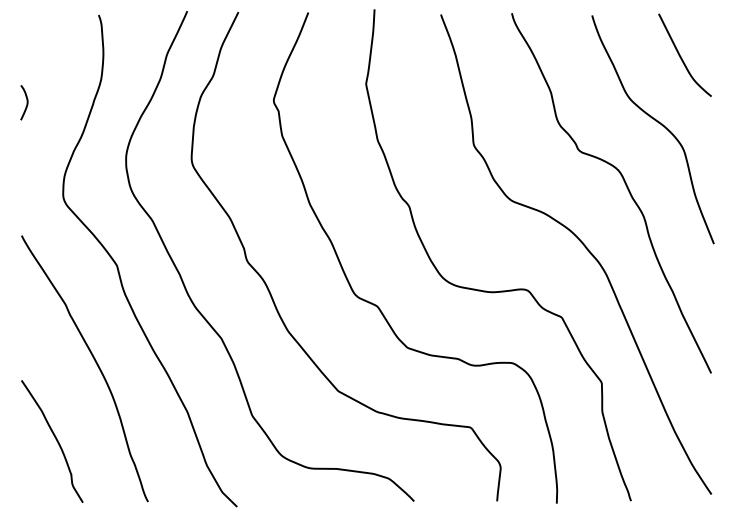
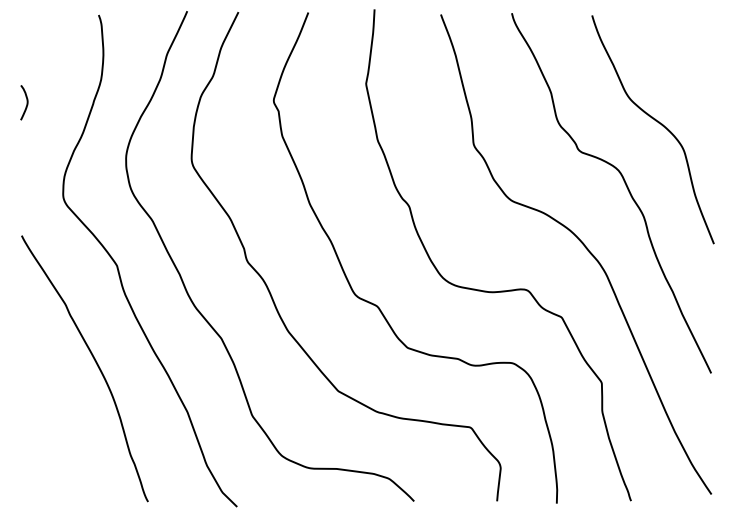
curve at (681, 56): present -> none
curve at (55, 439): present -> none
